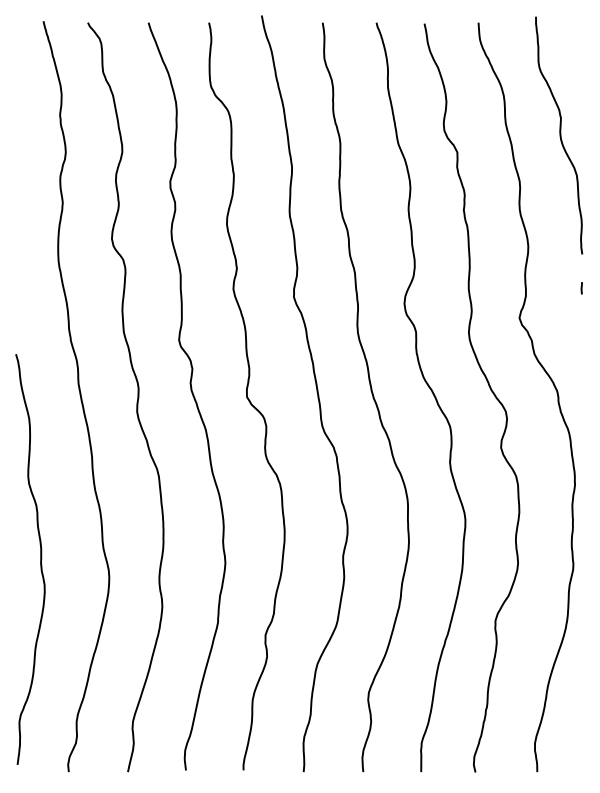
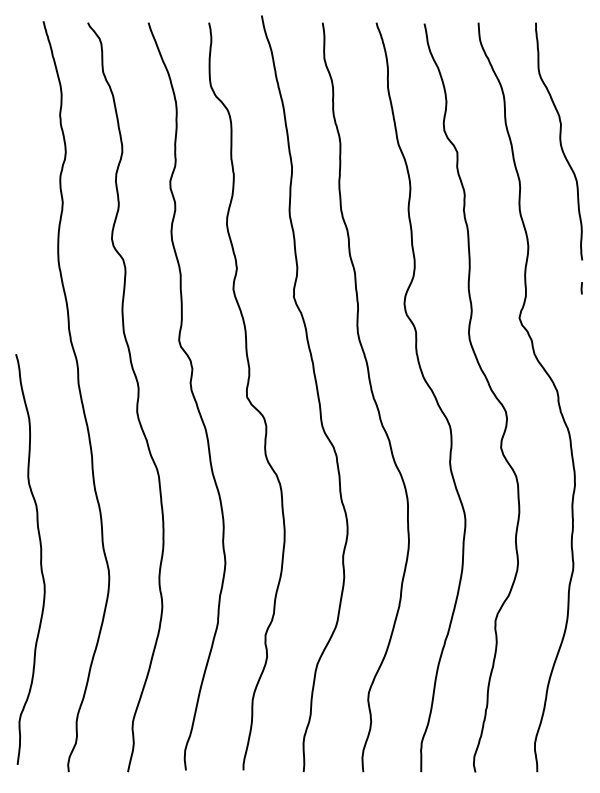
curve at (559, 135) position: (559, 135) -> (559, 141)
